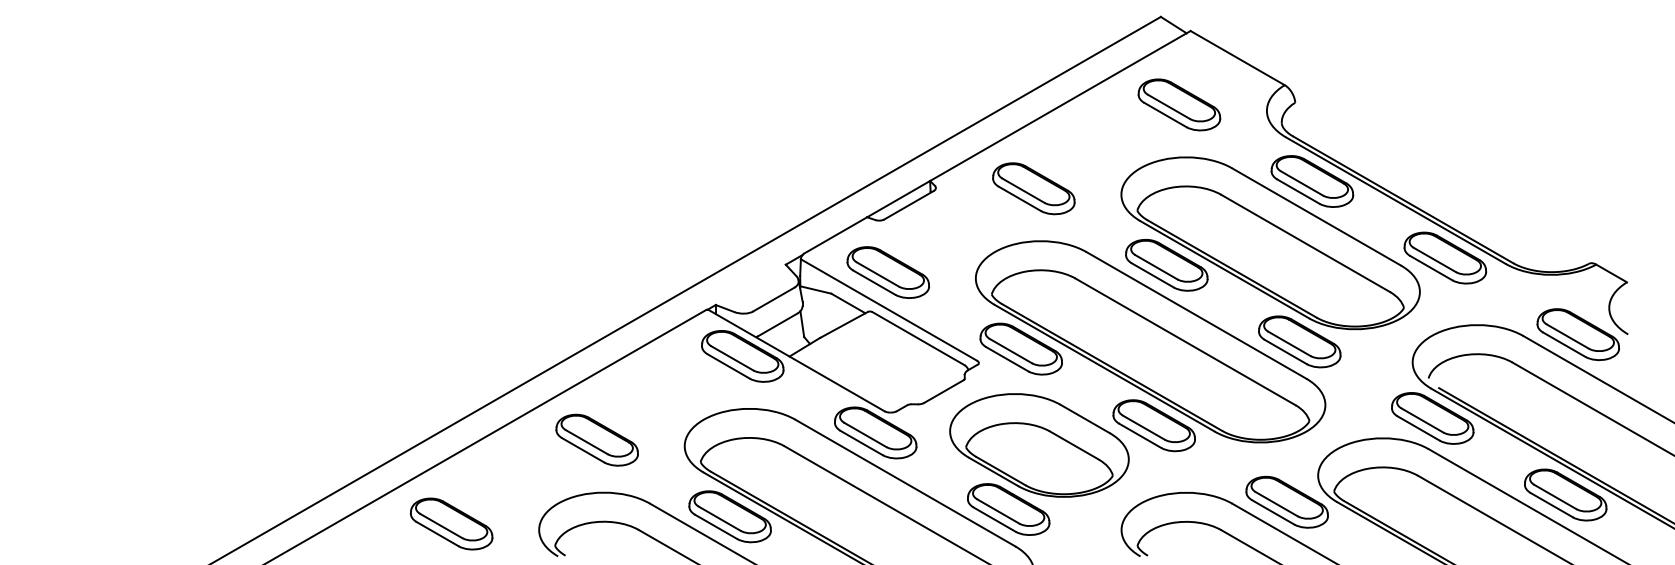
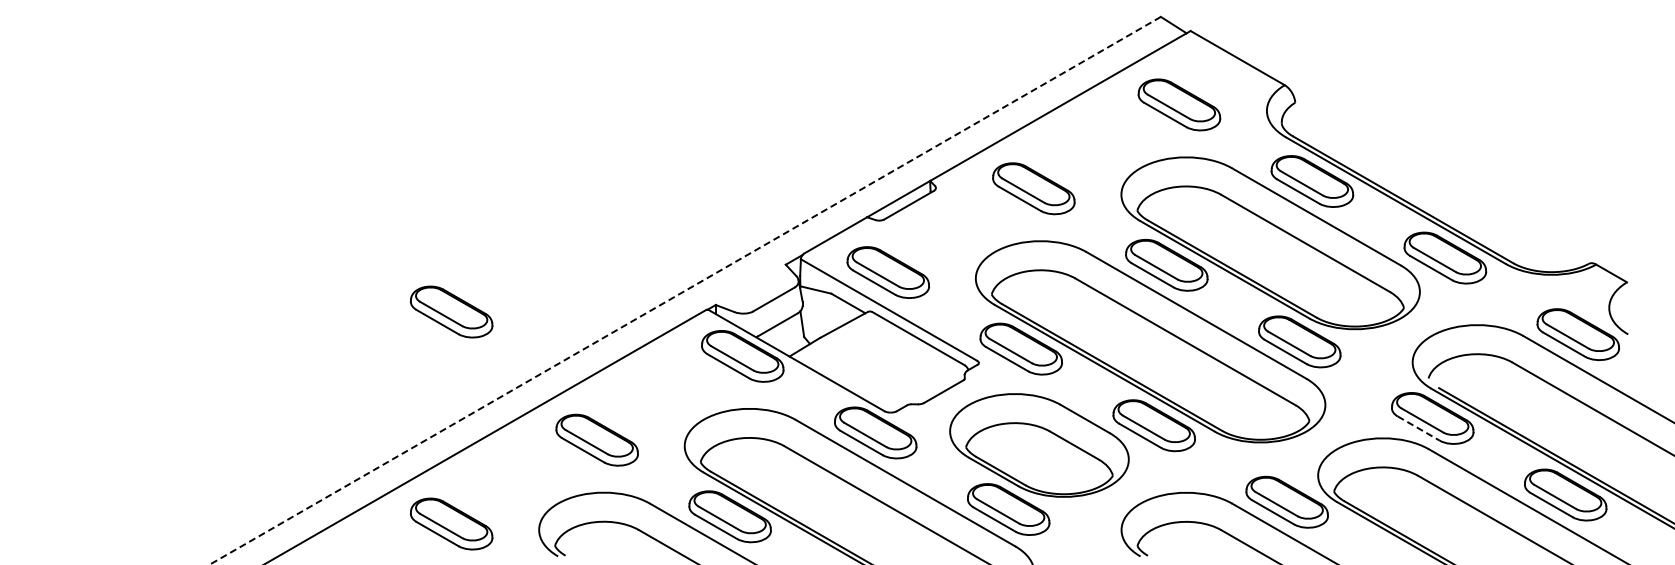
line at (685, 290): solid -> dashed
part at (451, 311): none -> present
line at (1419, 428): solid -> dashed
